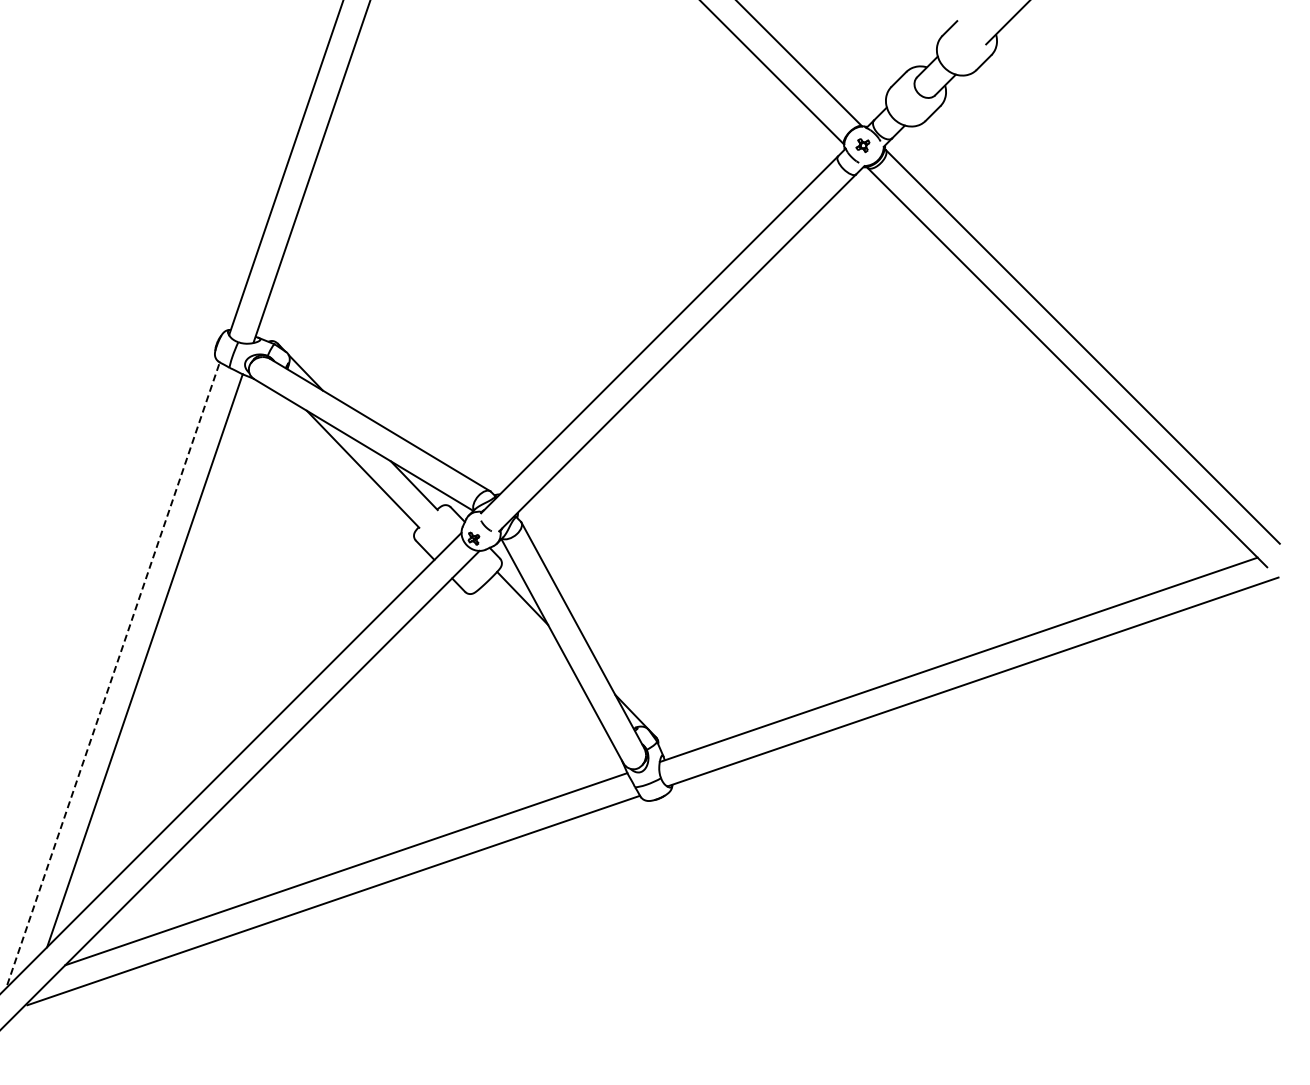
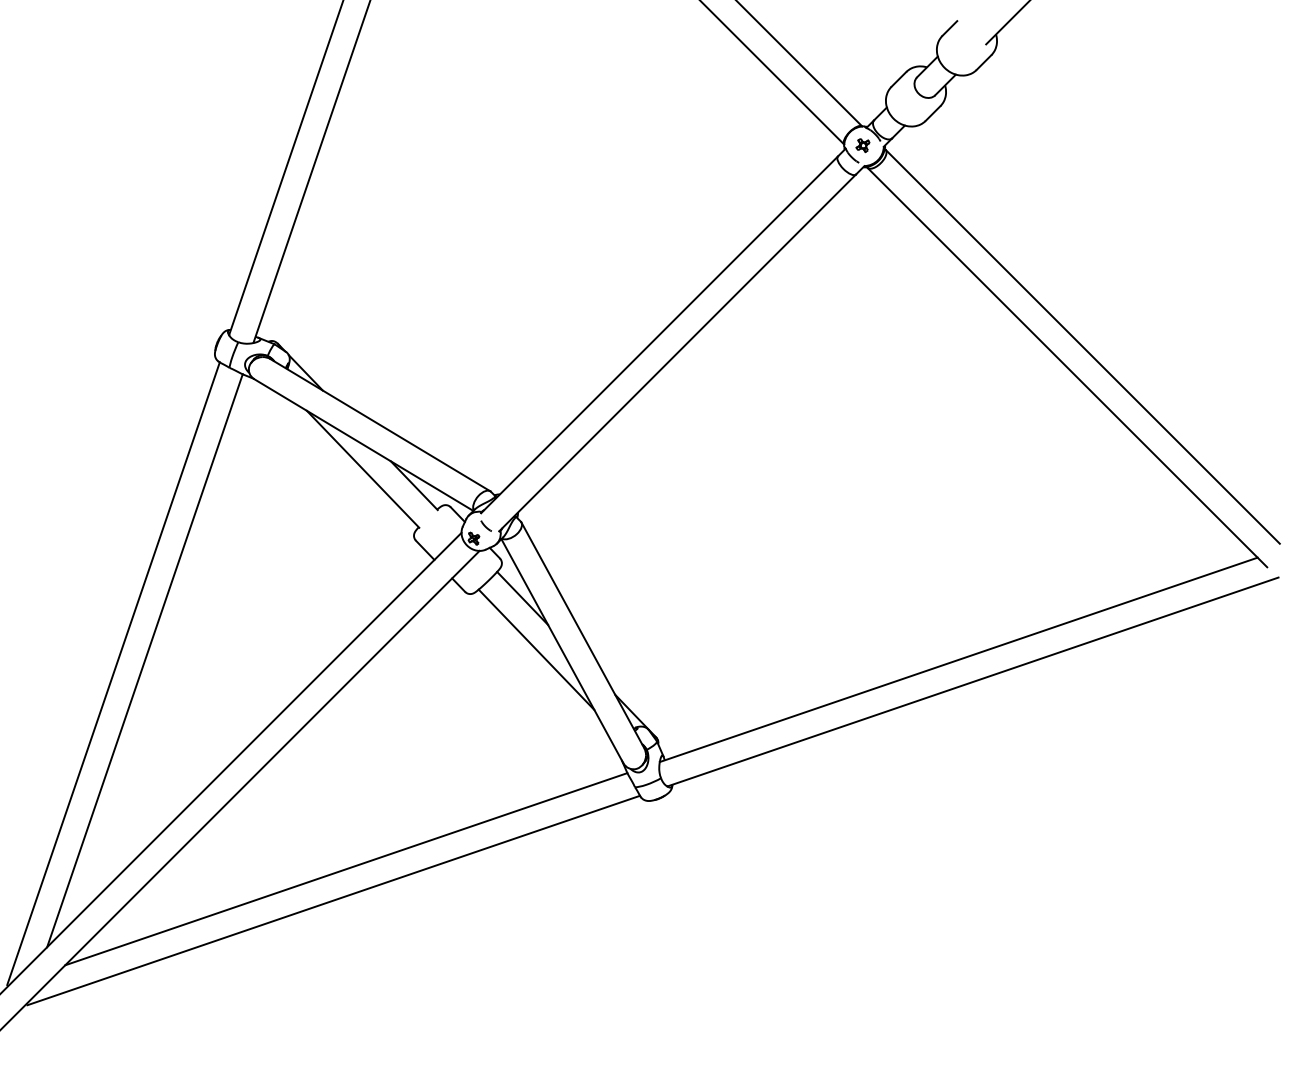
line at (536, 649): none -> present
line at (113, 673): dashed -> solid
